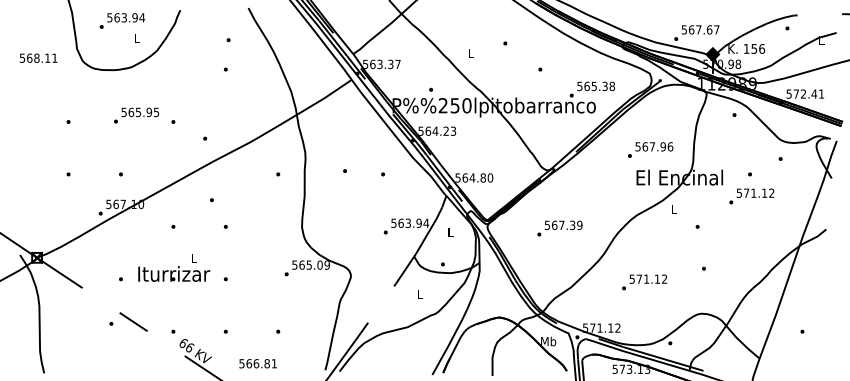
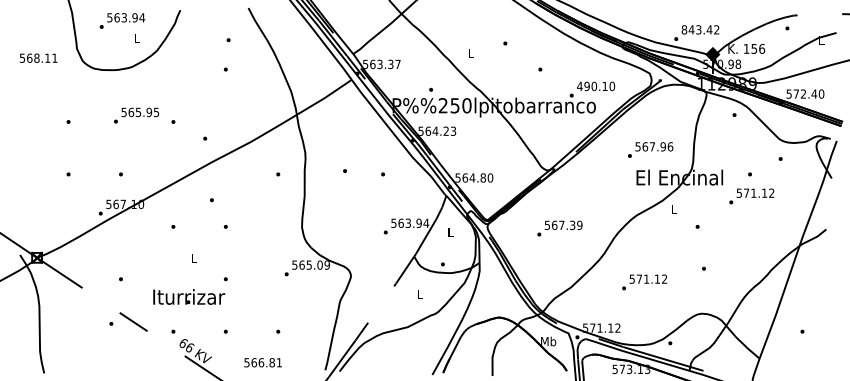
text at (700, 29): 567.67 -> 843.42
text at (596, 86): 565.38 -> 490.10
text at (821, 93): 572.41 -> 572.40
text at (174, 273) position: (174, 273) -> (189, 296)
text at (257, 363) position: (257, 363) -> (262, 362)
